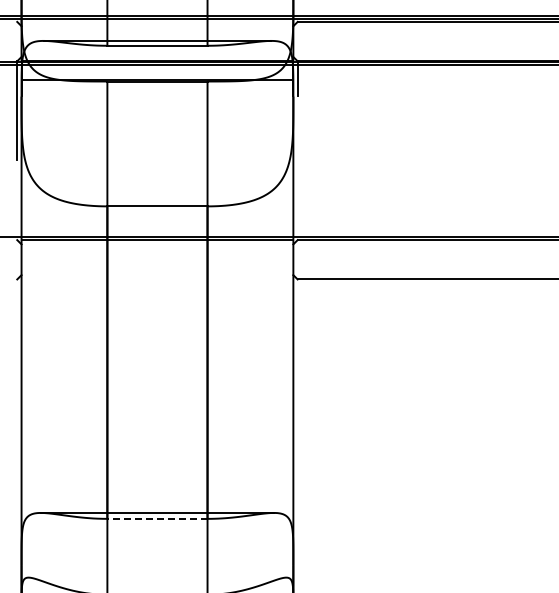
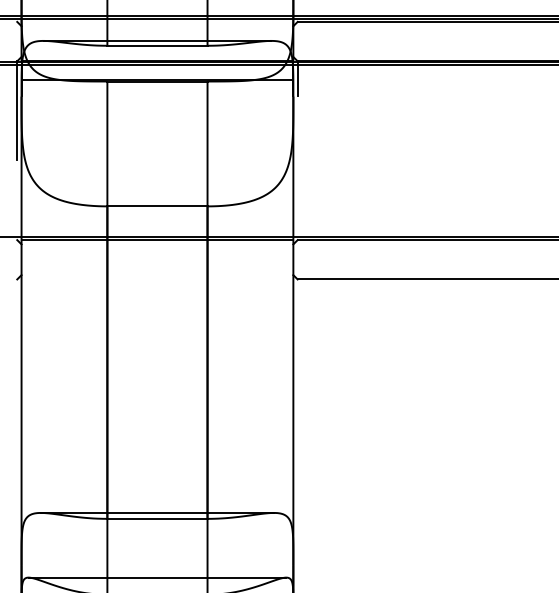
line at (156, 518): dashed -> solid
line at (157, 577): none -> present
